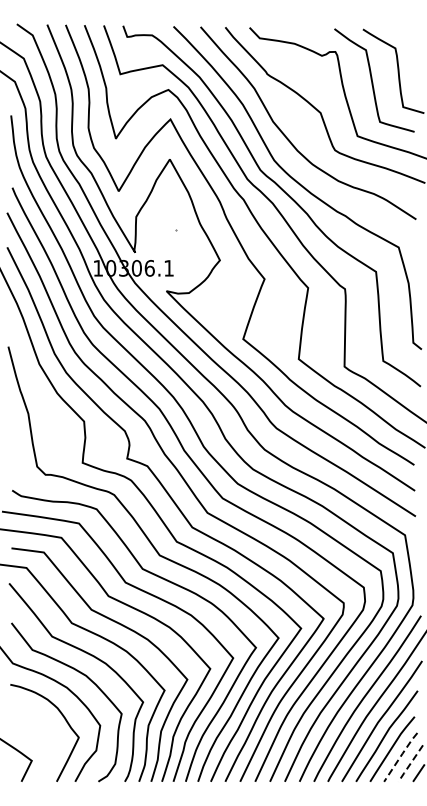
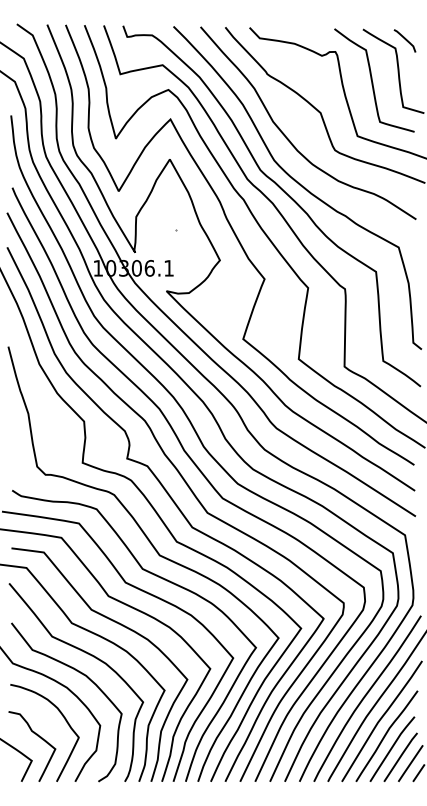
curve at (404, 39): none -> present
curve at (37, 736): none -> present
line at (400, 756): dashed -> solid
line at (410, 764): dashed -> solid
